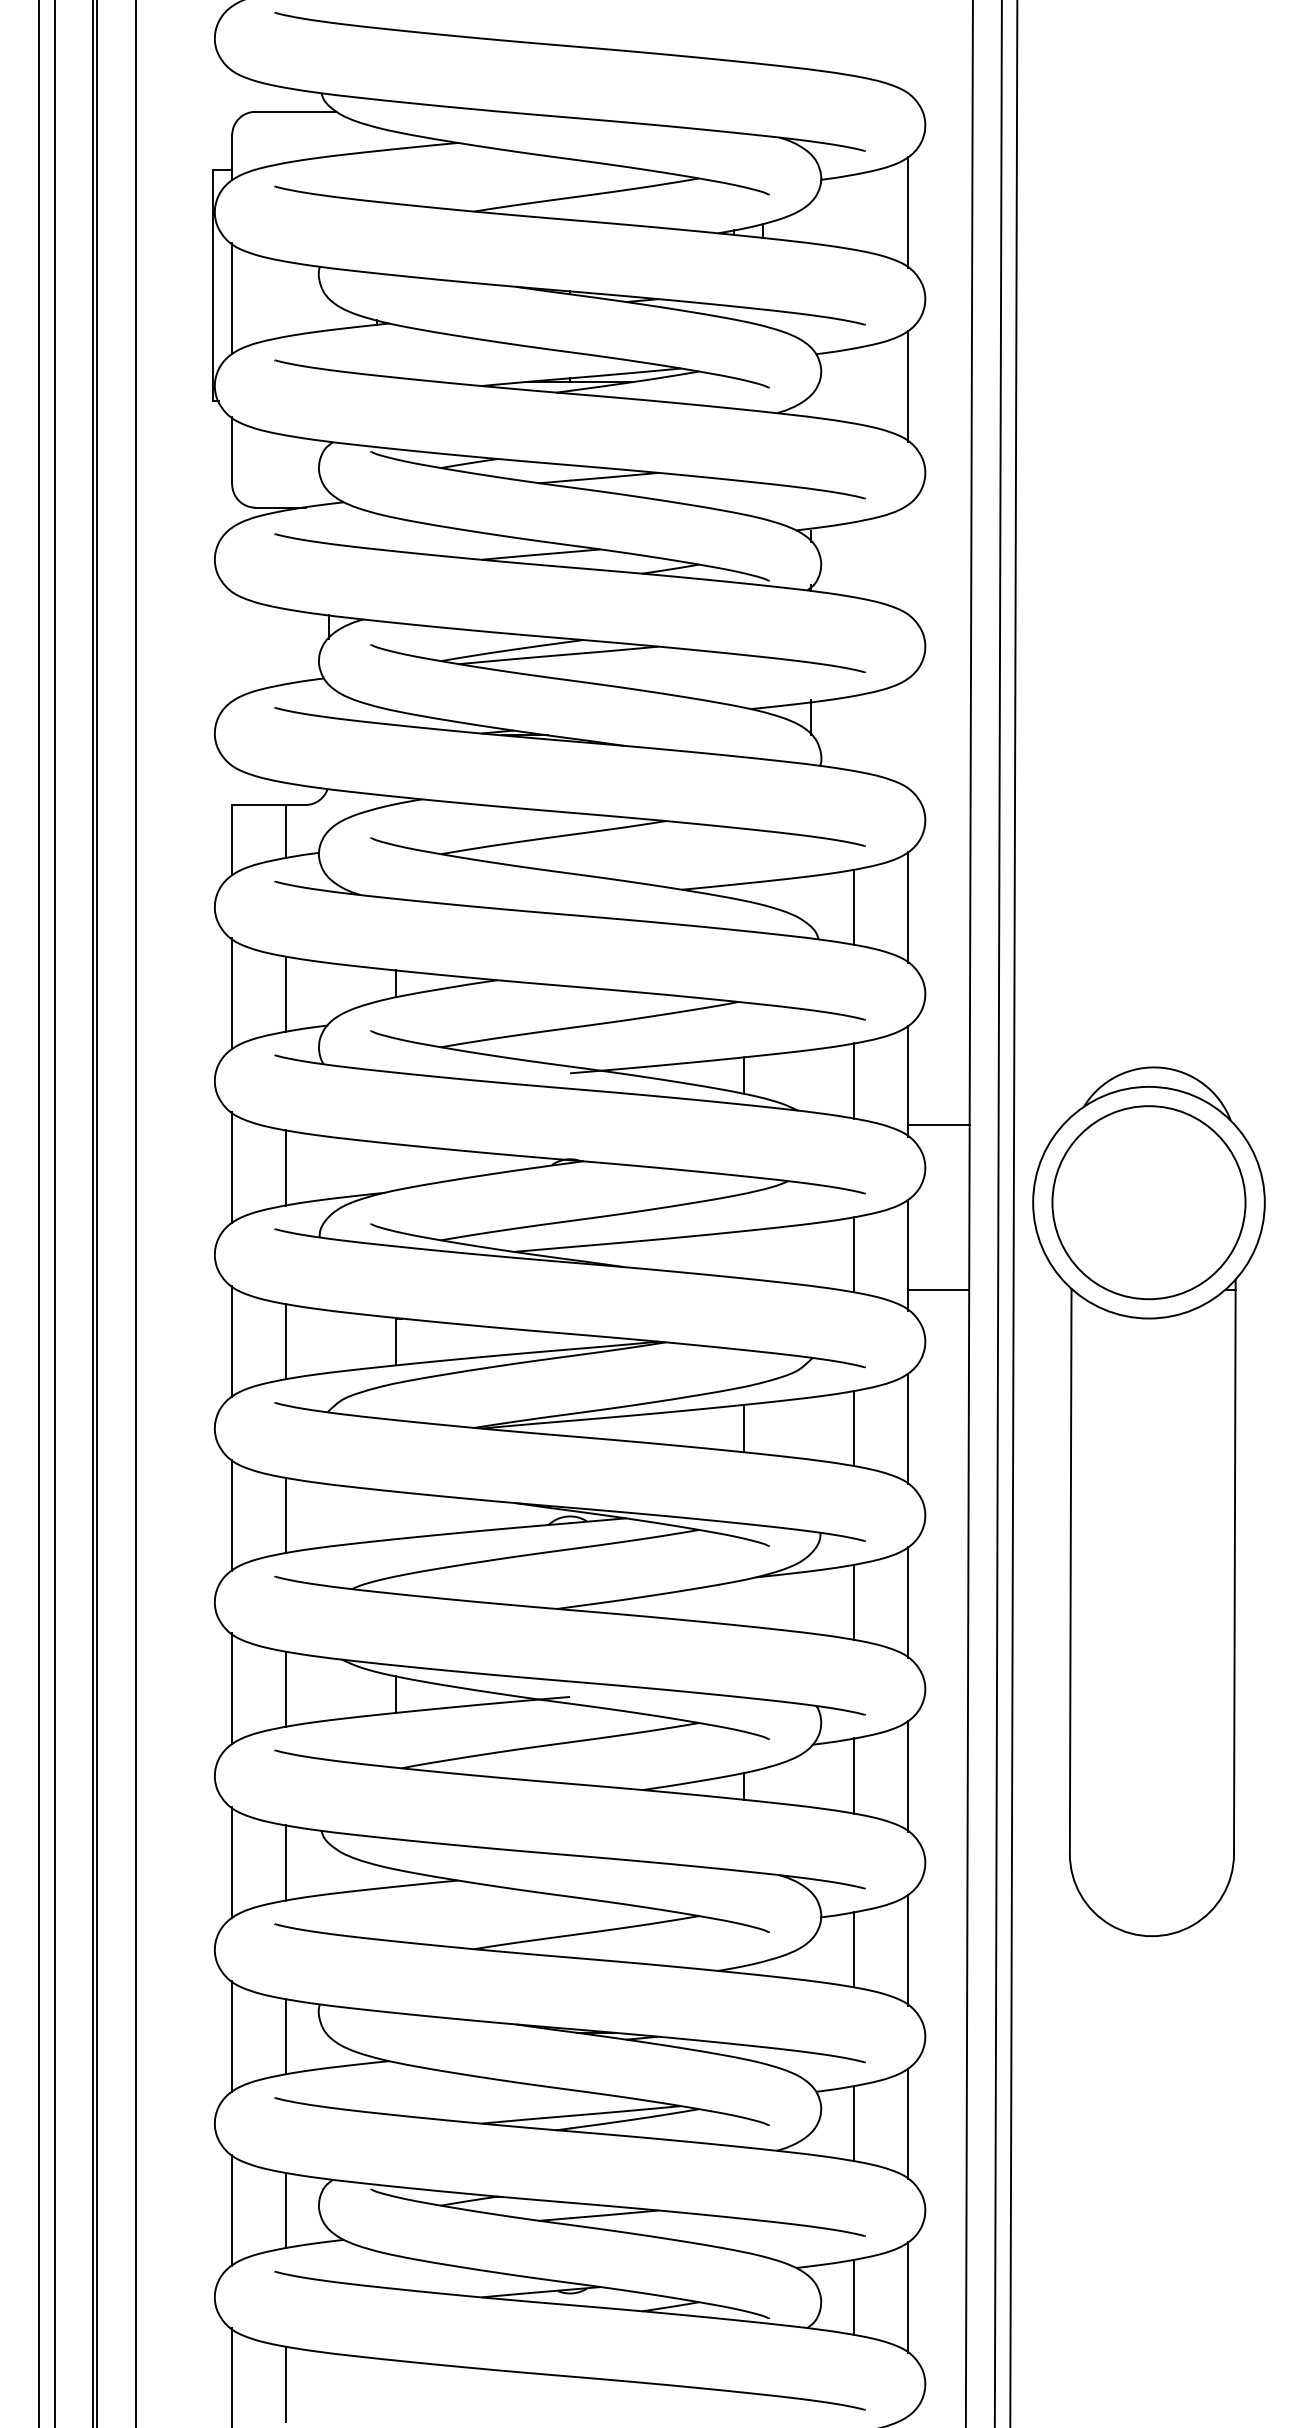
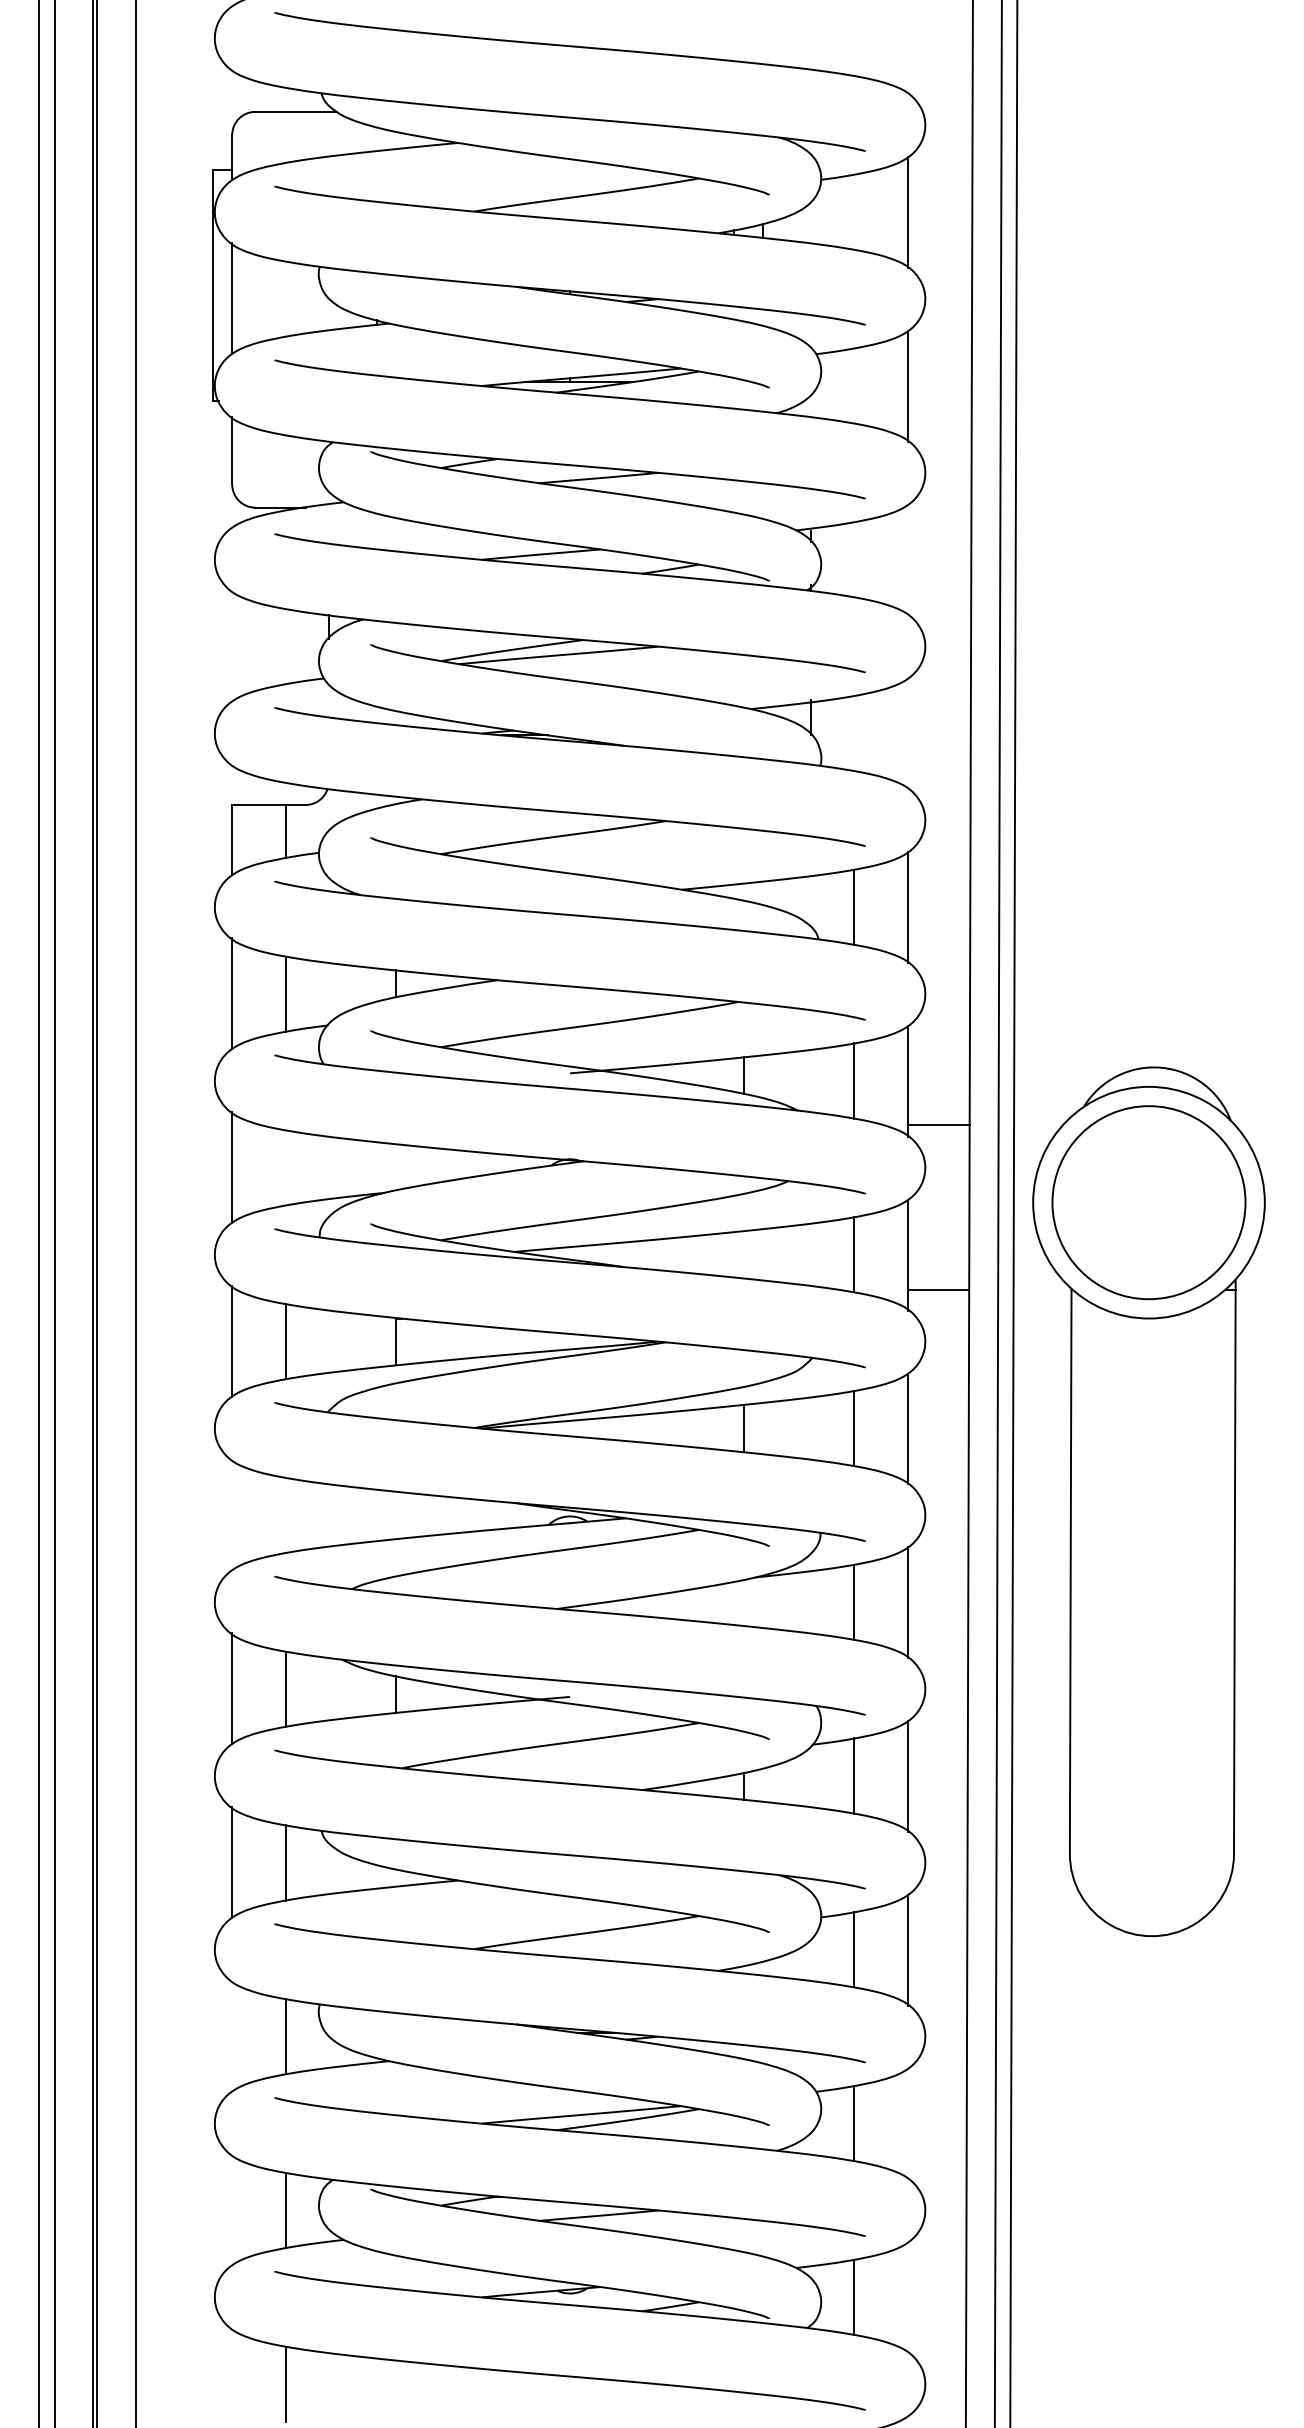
line at (286, 1167): present -> none
line at (232, 1514): present -> none
line at (286, 1515): present -> none
line at (232, 2035): present -> none
line at (907, 2123): present -> none
line at (232, 2209): present -> none
line at (907, 2297): present -> none
line at (232, 2376): present -> none
